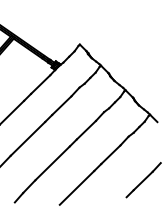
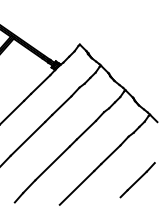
line at (143, 180) position: (143, 180) -> (137, 180)
